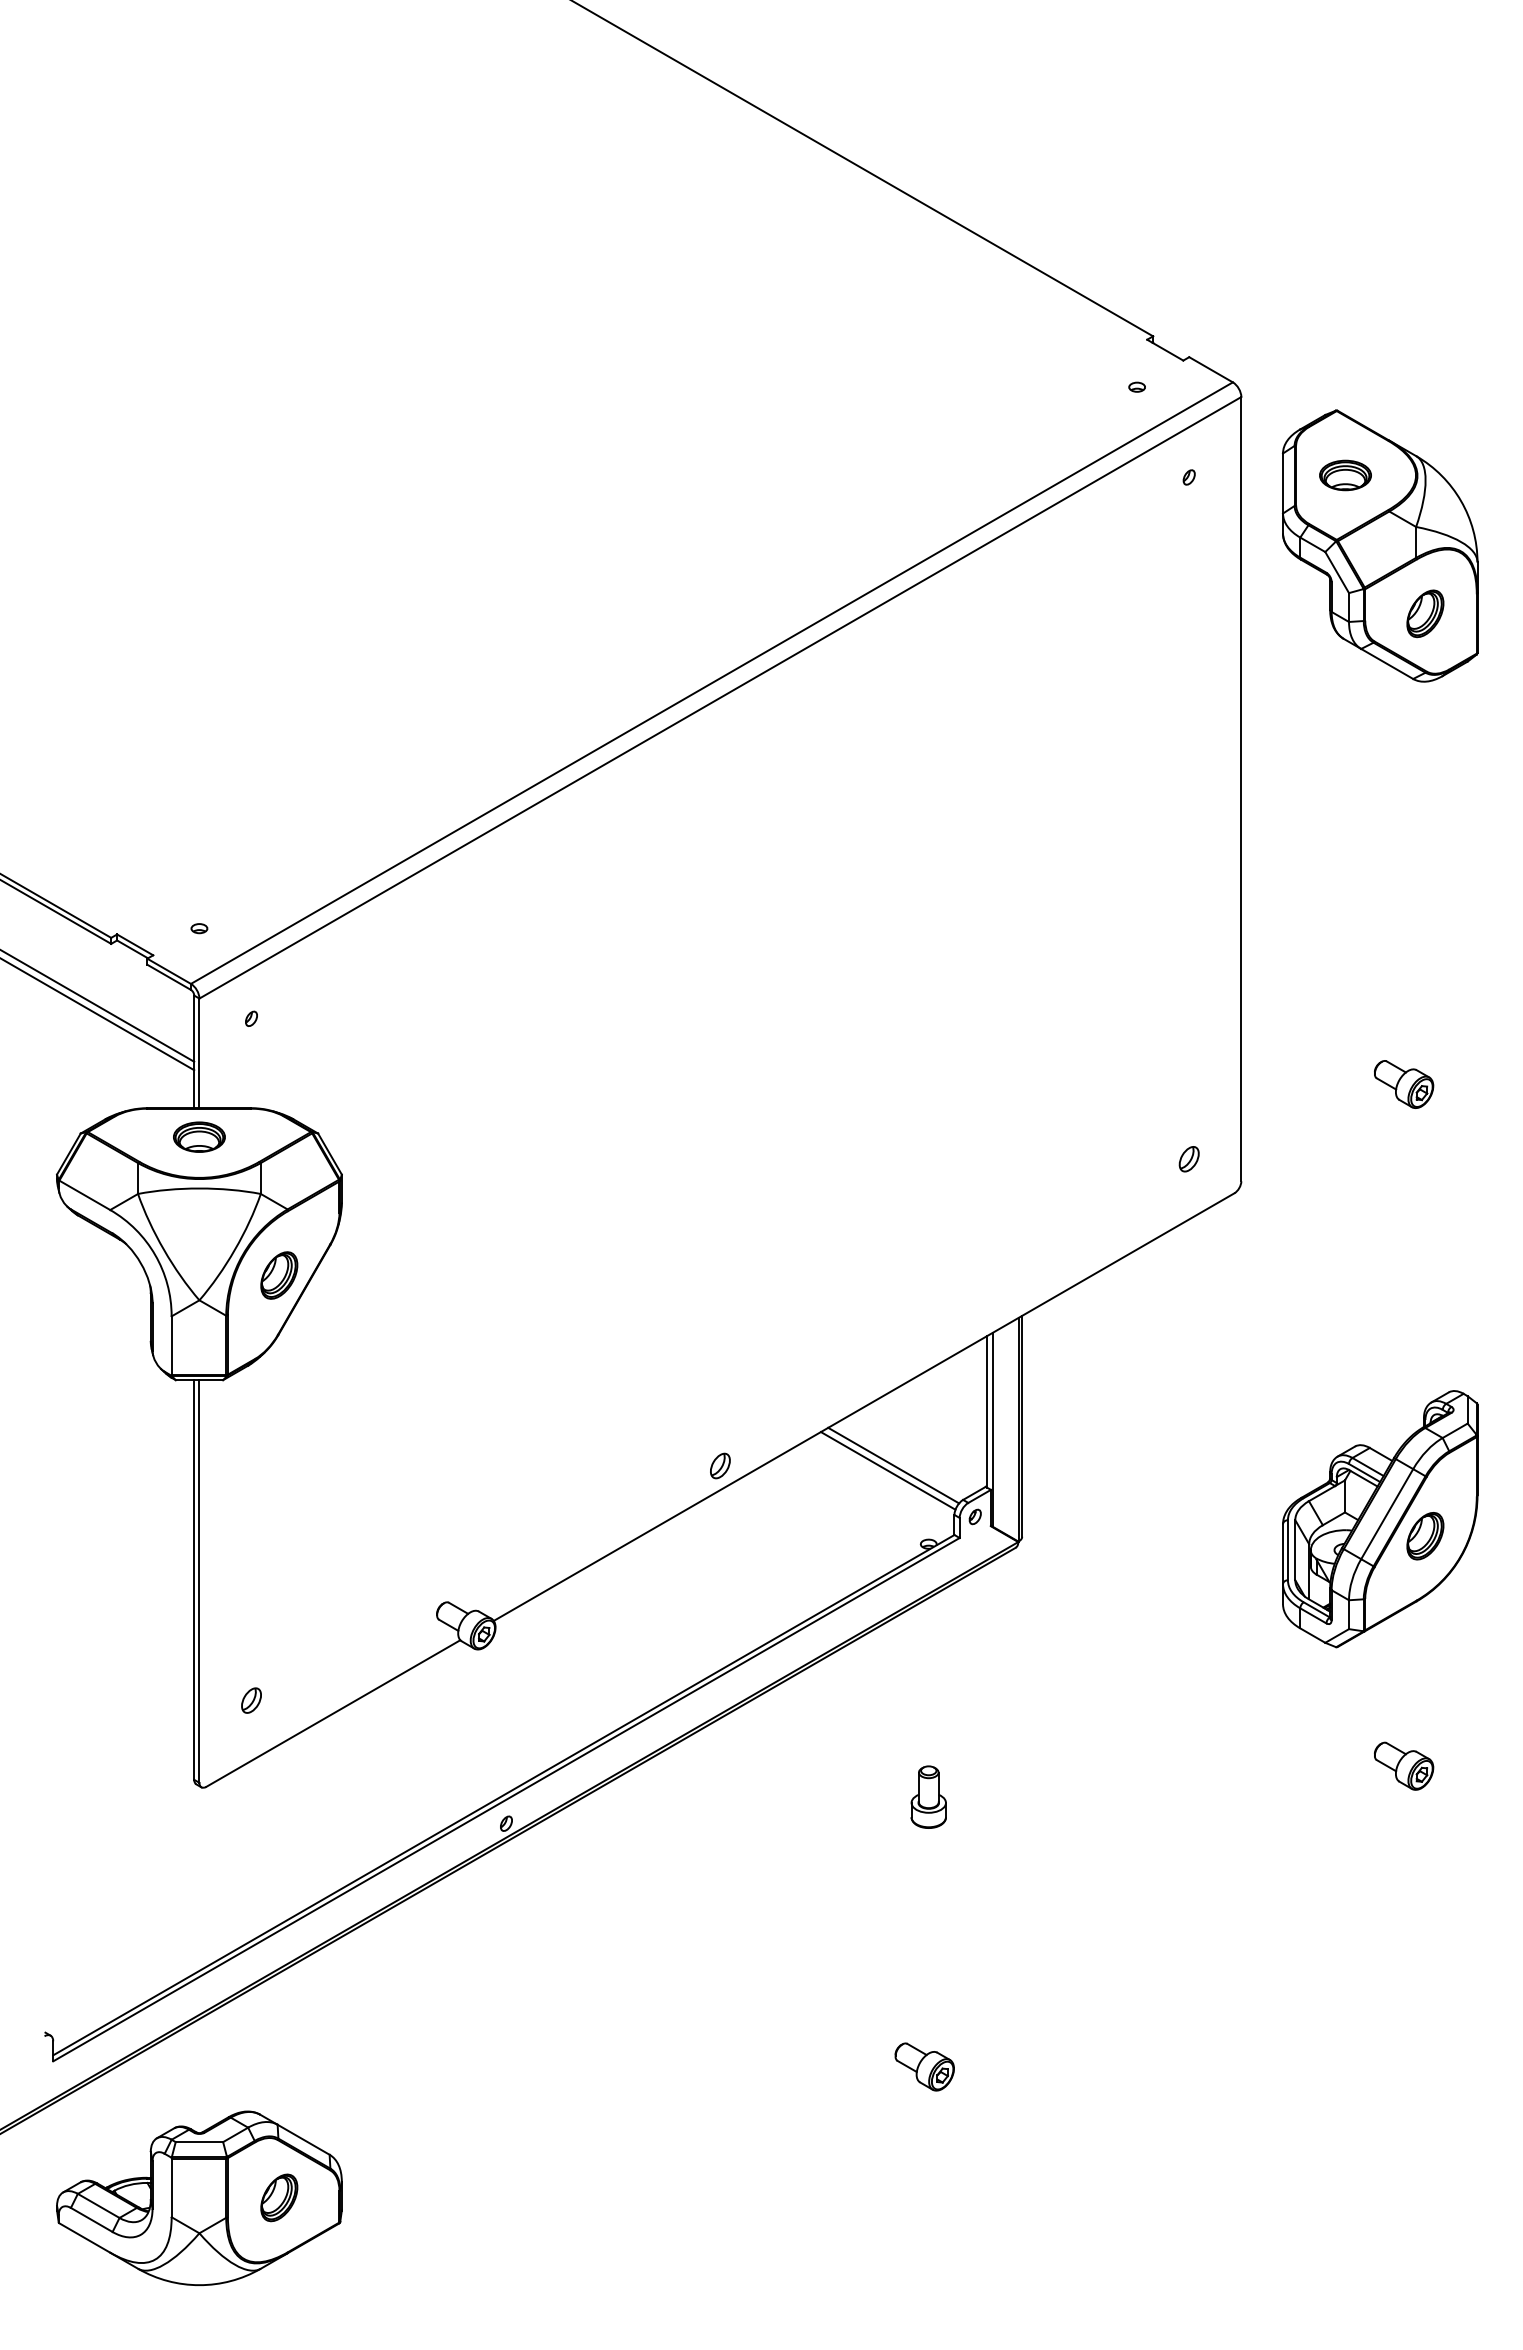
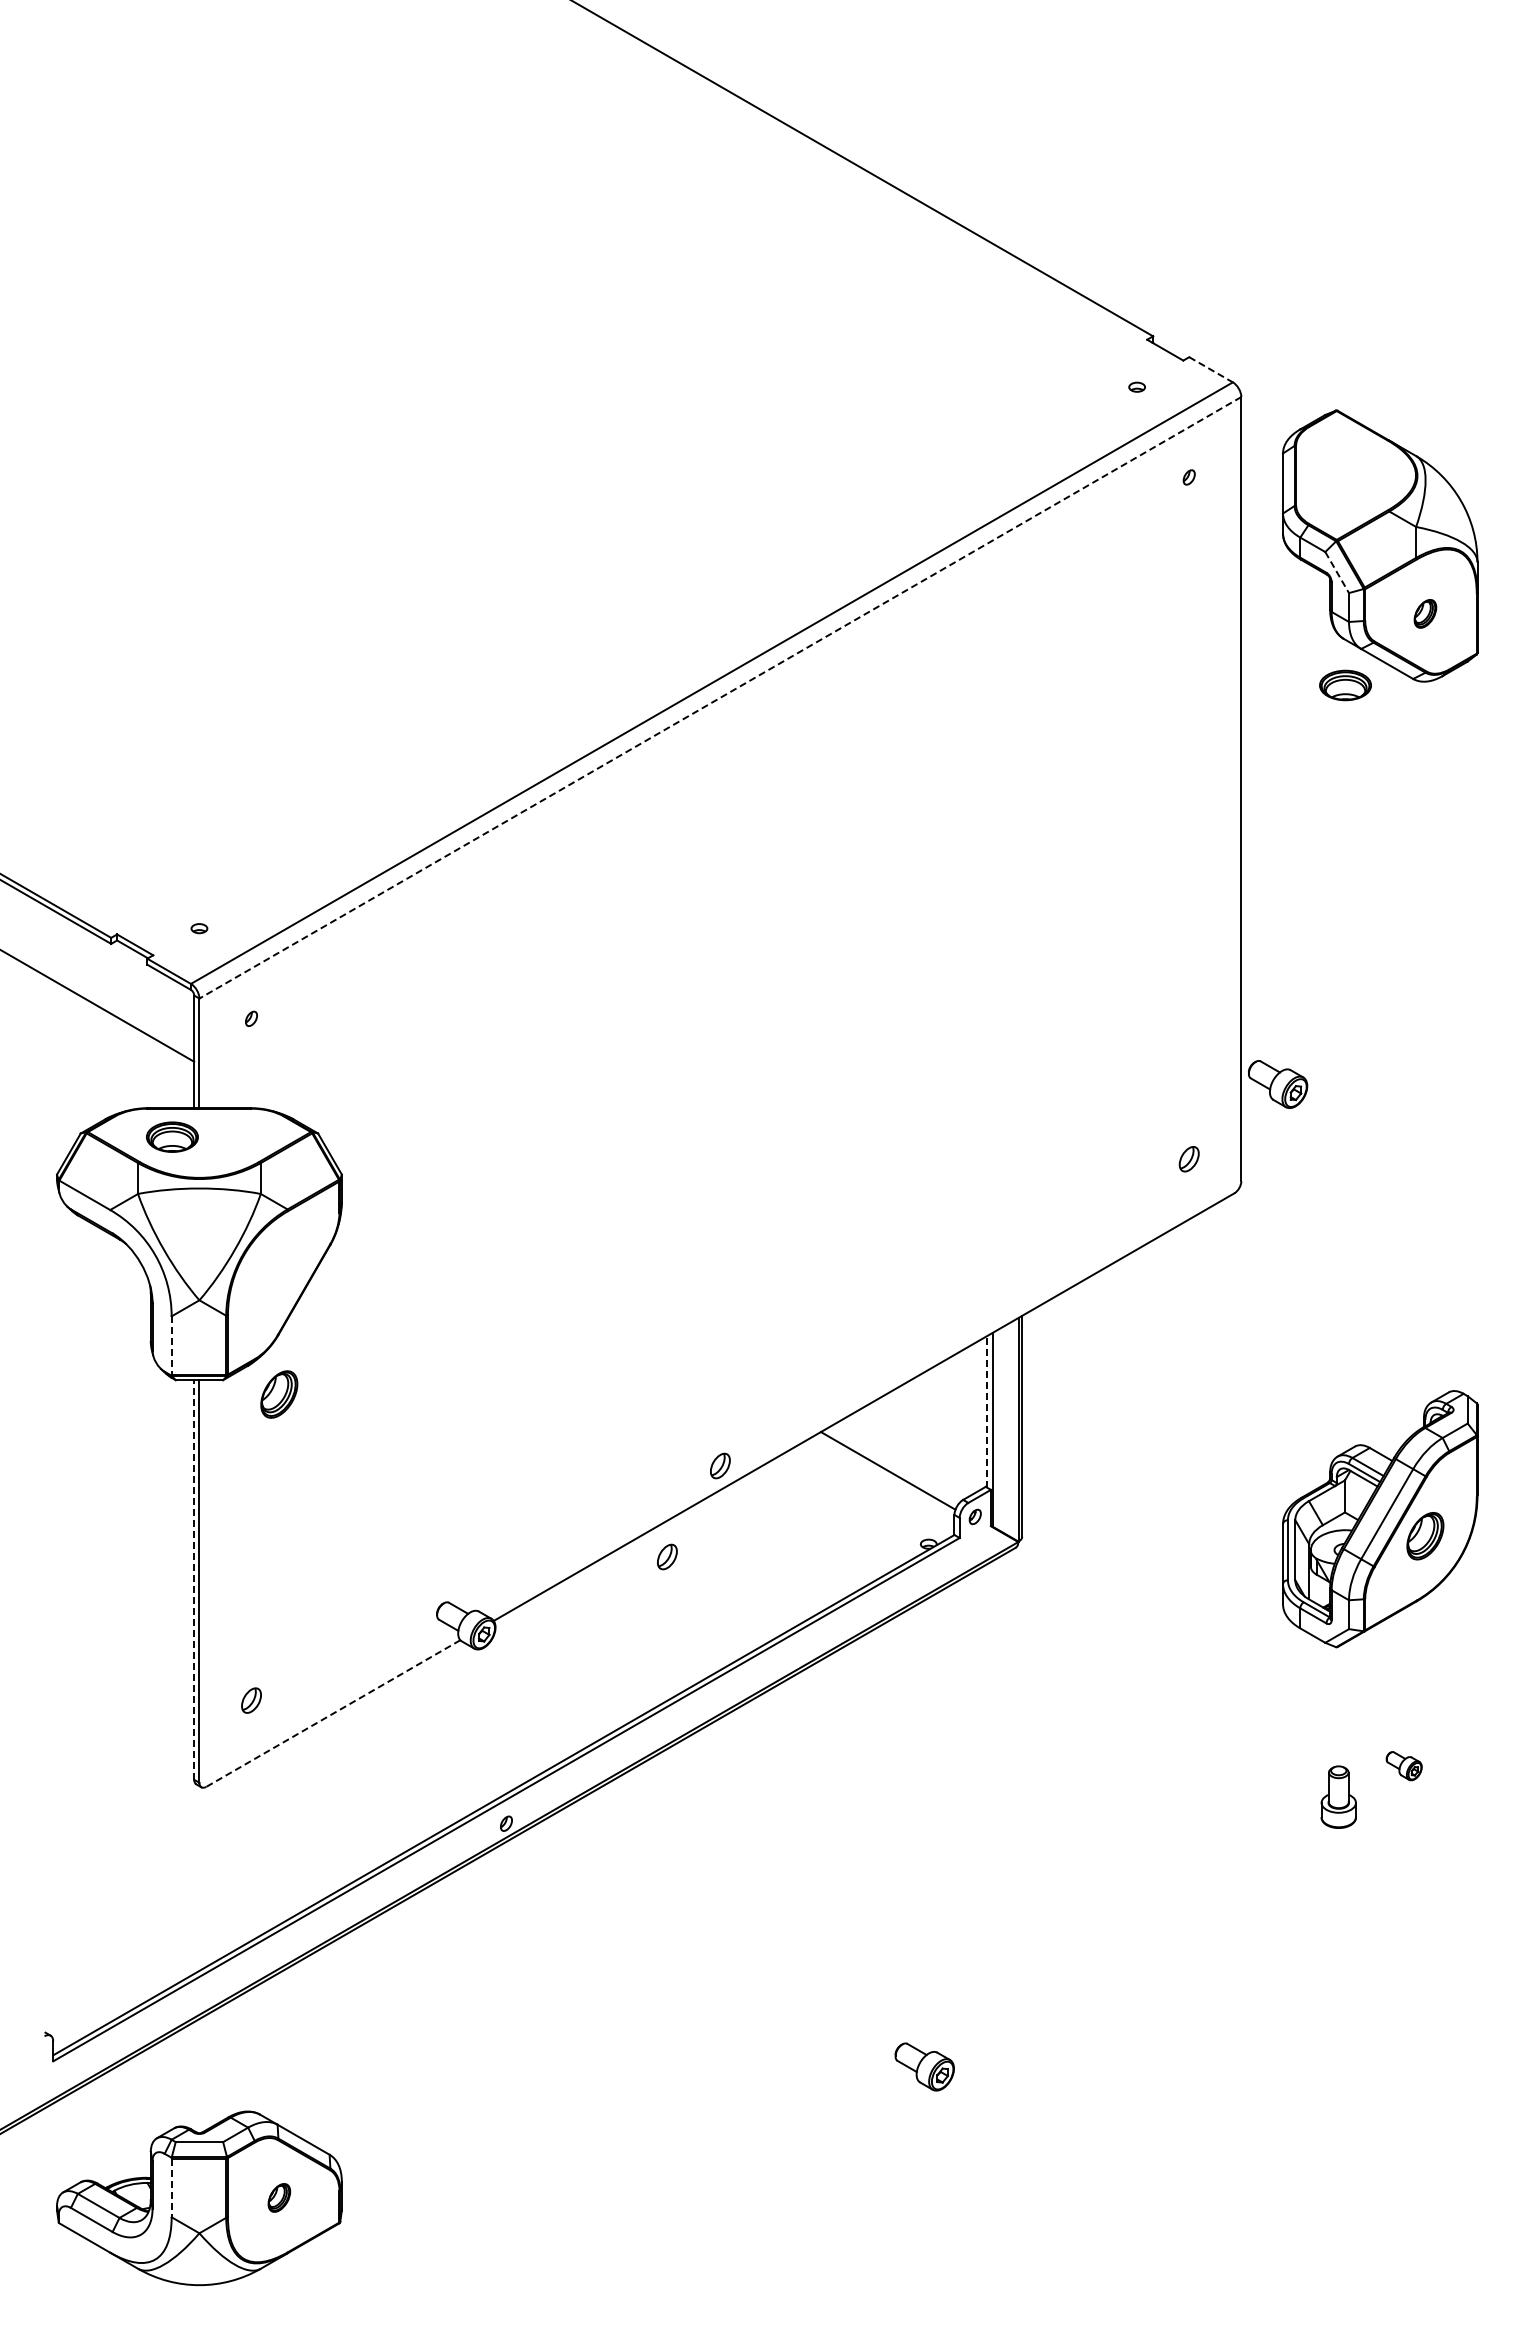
line at (1211, 370): solid -> dashed
part at (1345, 475) position: (1345, 475) -> (1345, 685)
line at (1337, 572): solid -> dashed
part at (1425, 613) size: 39x50 px -> 25x30 px
line at (720, 697): solid -> dashed
line at (98, 1014): present -> none
part at (1404, 1084) position: (1404, 1084) -> (1278, 1084)
part at (199, 1136) position: (199, 1136) -> (172, 1136)
part at (279, 1275) position: (279, 1275) -> (279, 1394)
line at (171, 1346): solid -> dashed
line at (987, 1411): solid -> dashed
line at (893, 1465): present -> none
part at (667, 1556): none -> present
line at (194, 1580): solid -> dashed
line at (333, 1713): solid -> dashed
part at (1404, 1765) size: 61x50 px -> 38x31 px
part at (928, 1796) position: (928, 1796) -> (1338, 1796)
line at (171, 2188): solid -> dashed
part at (279, 2197) size: 39x50 px -> 25x30 px
